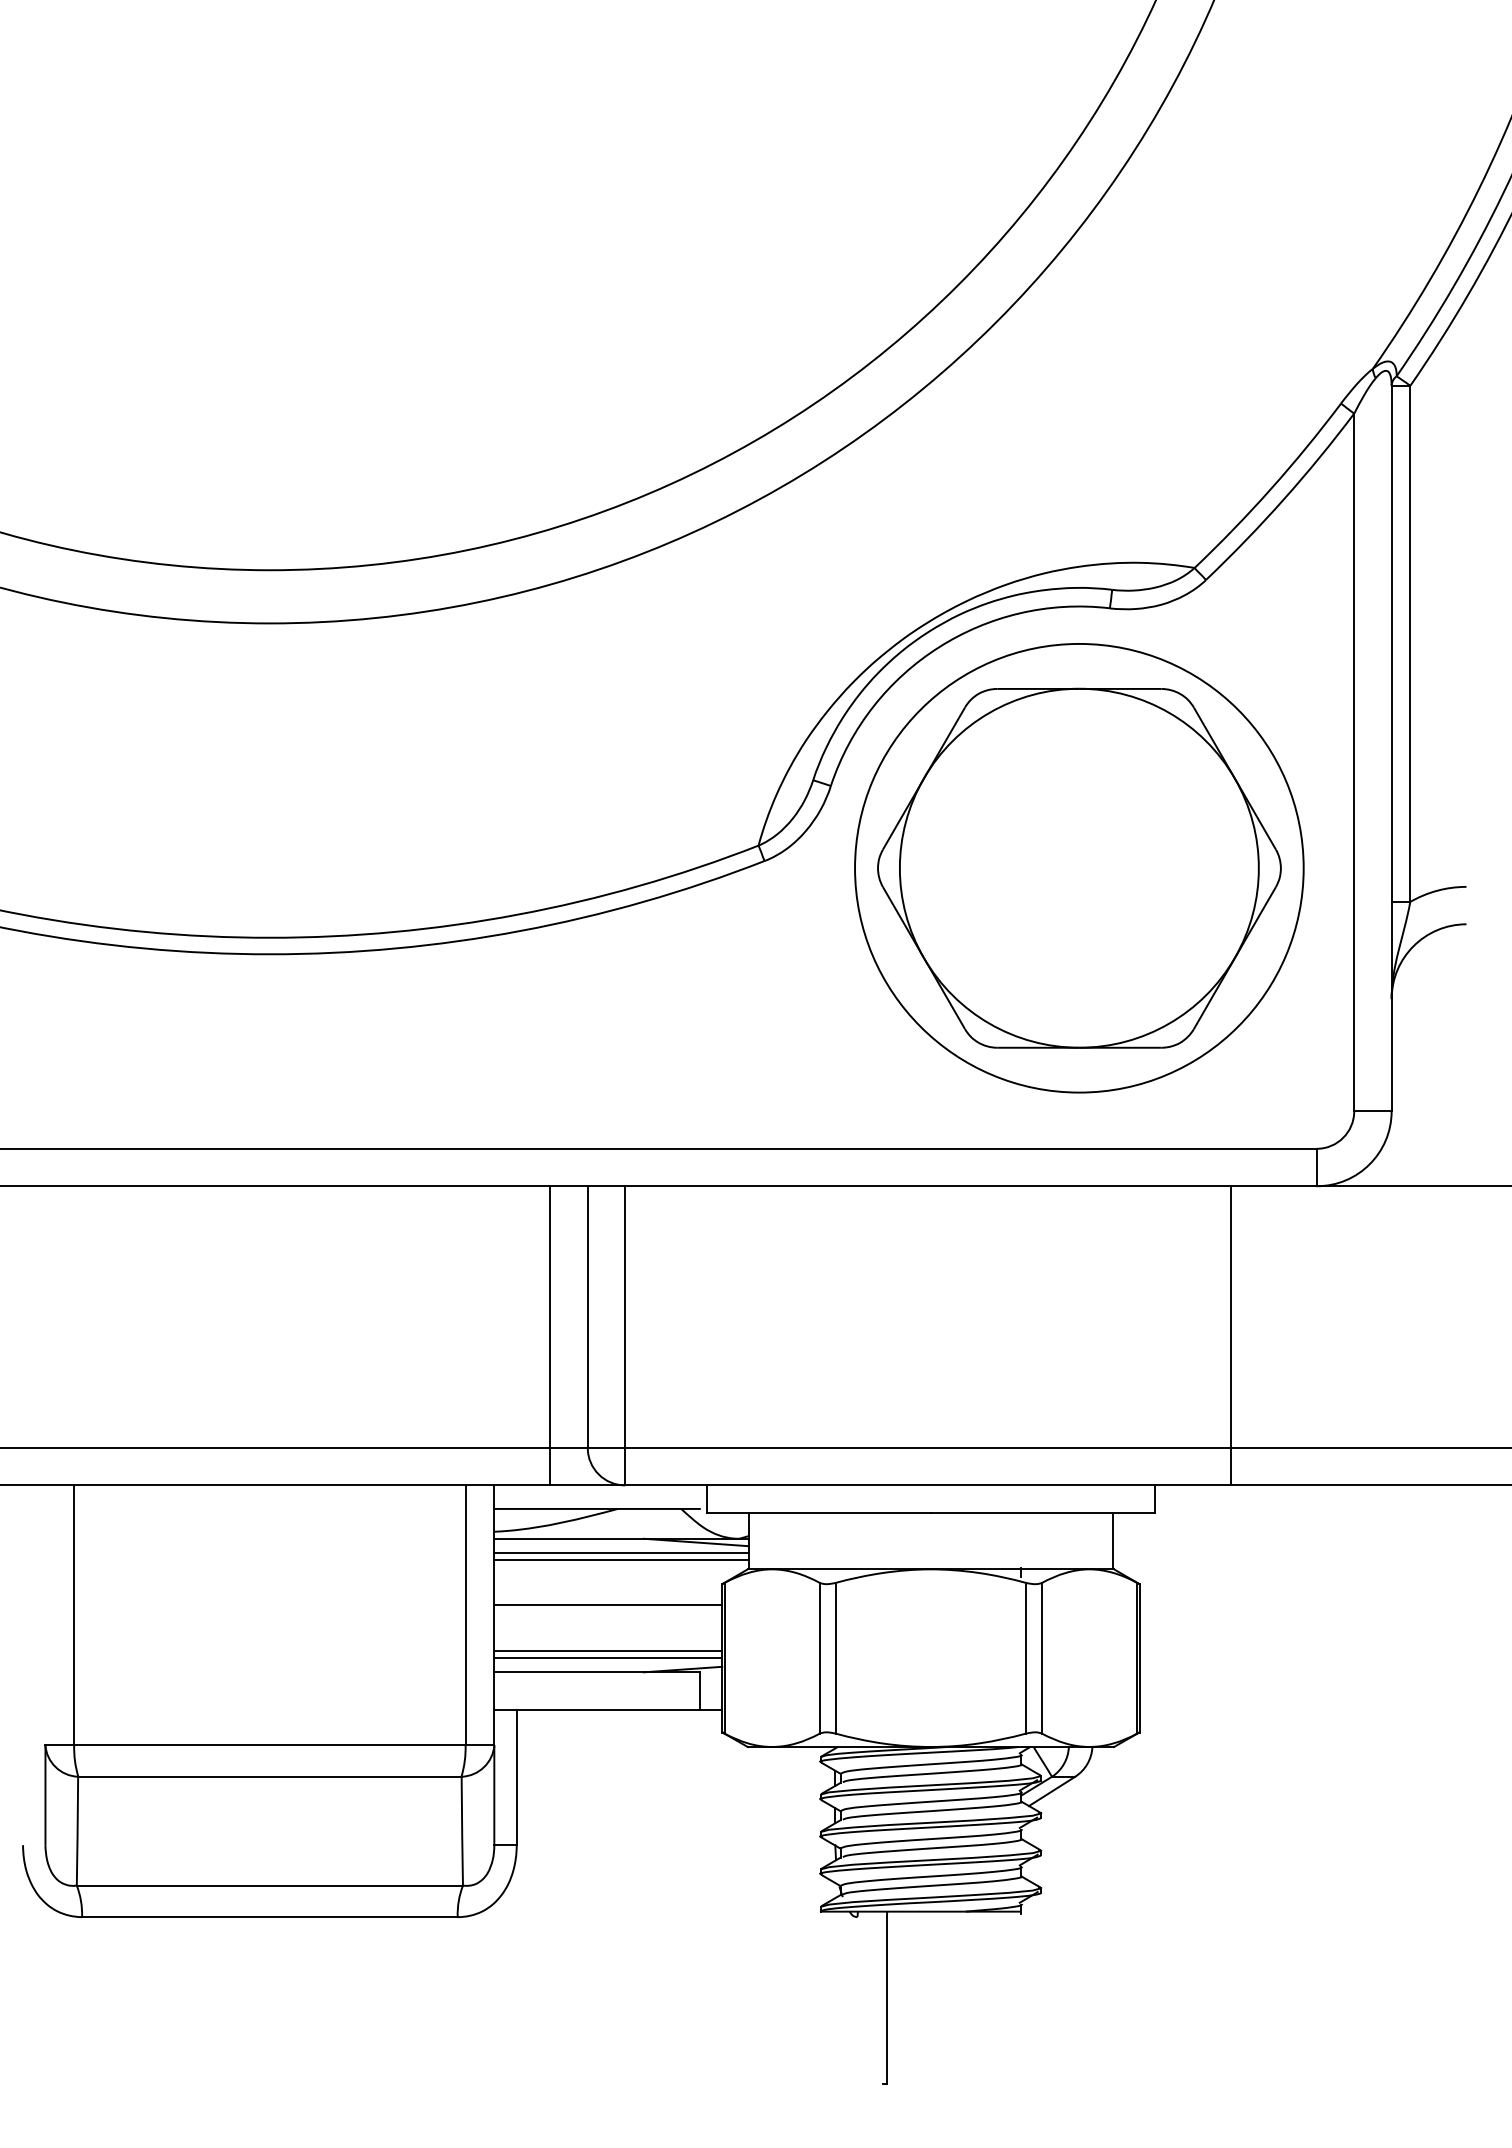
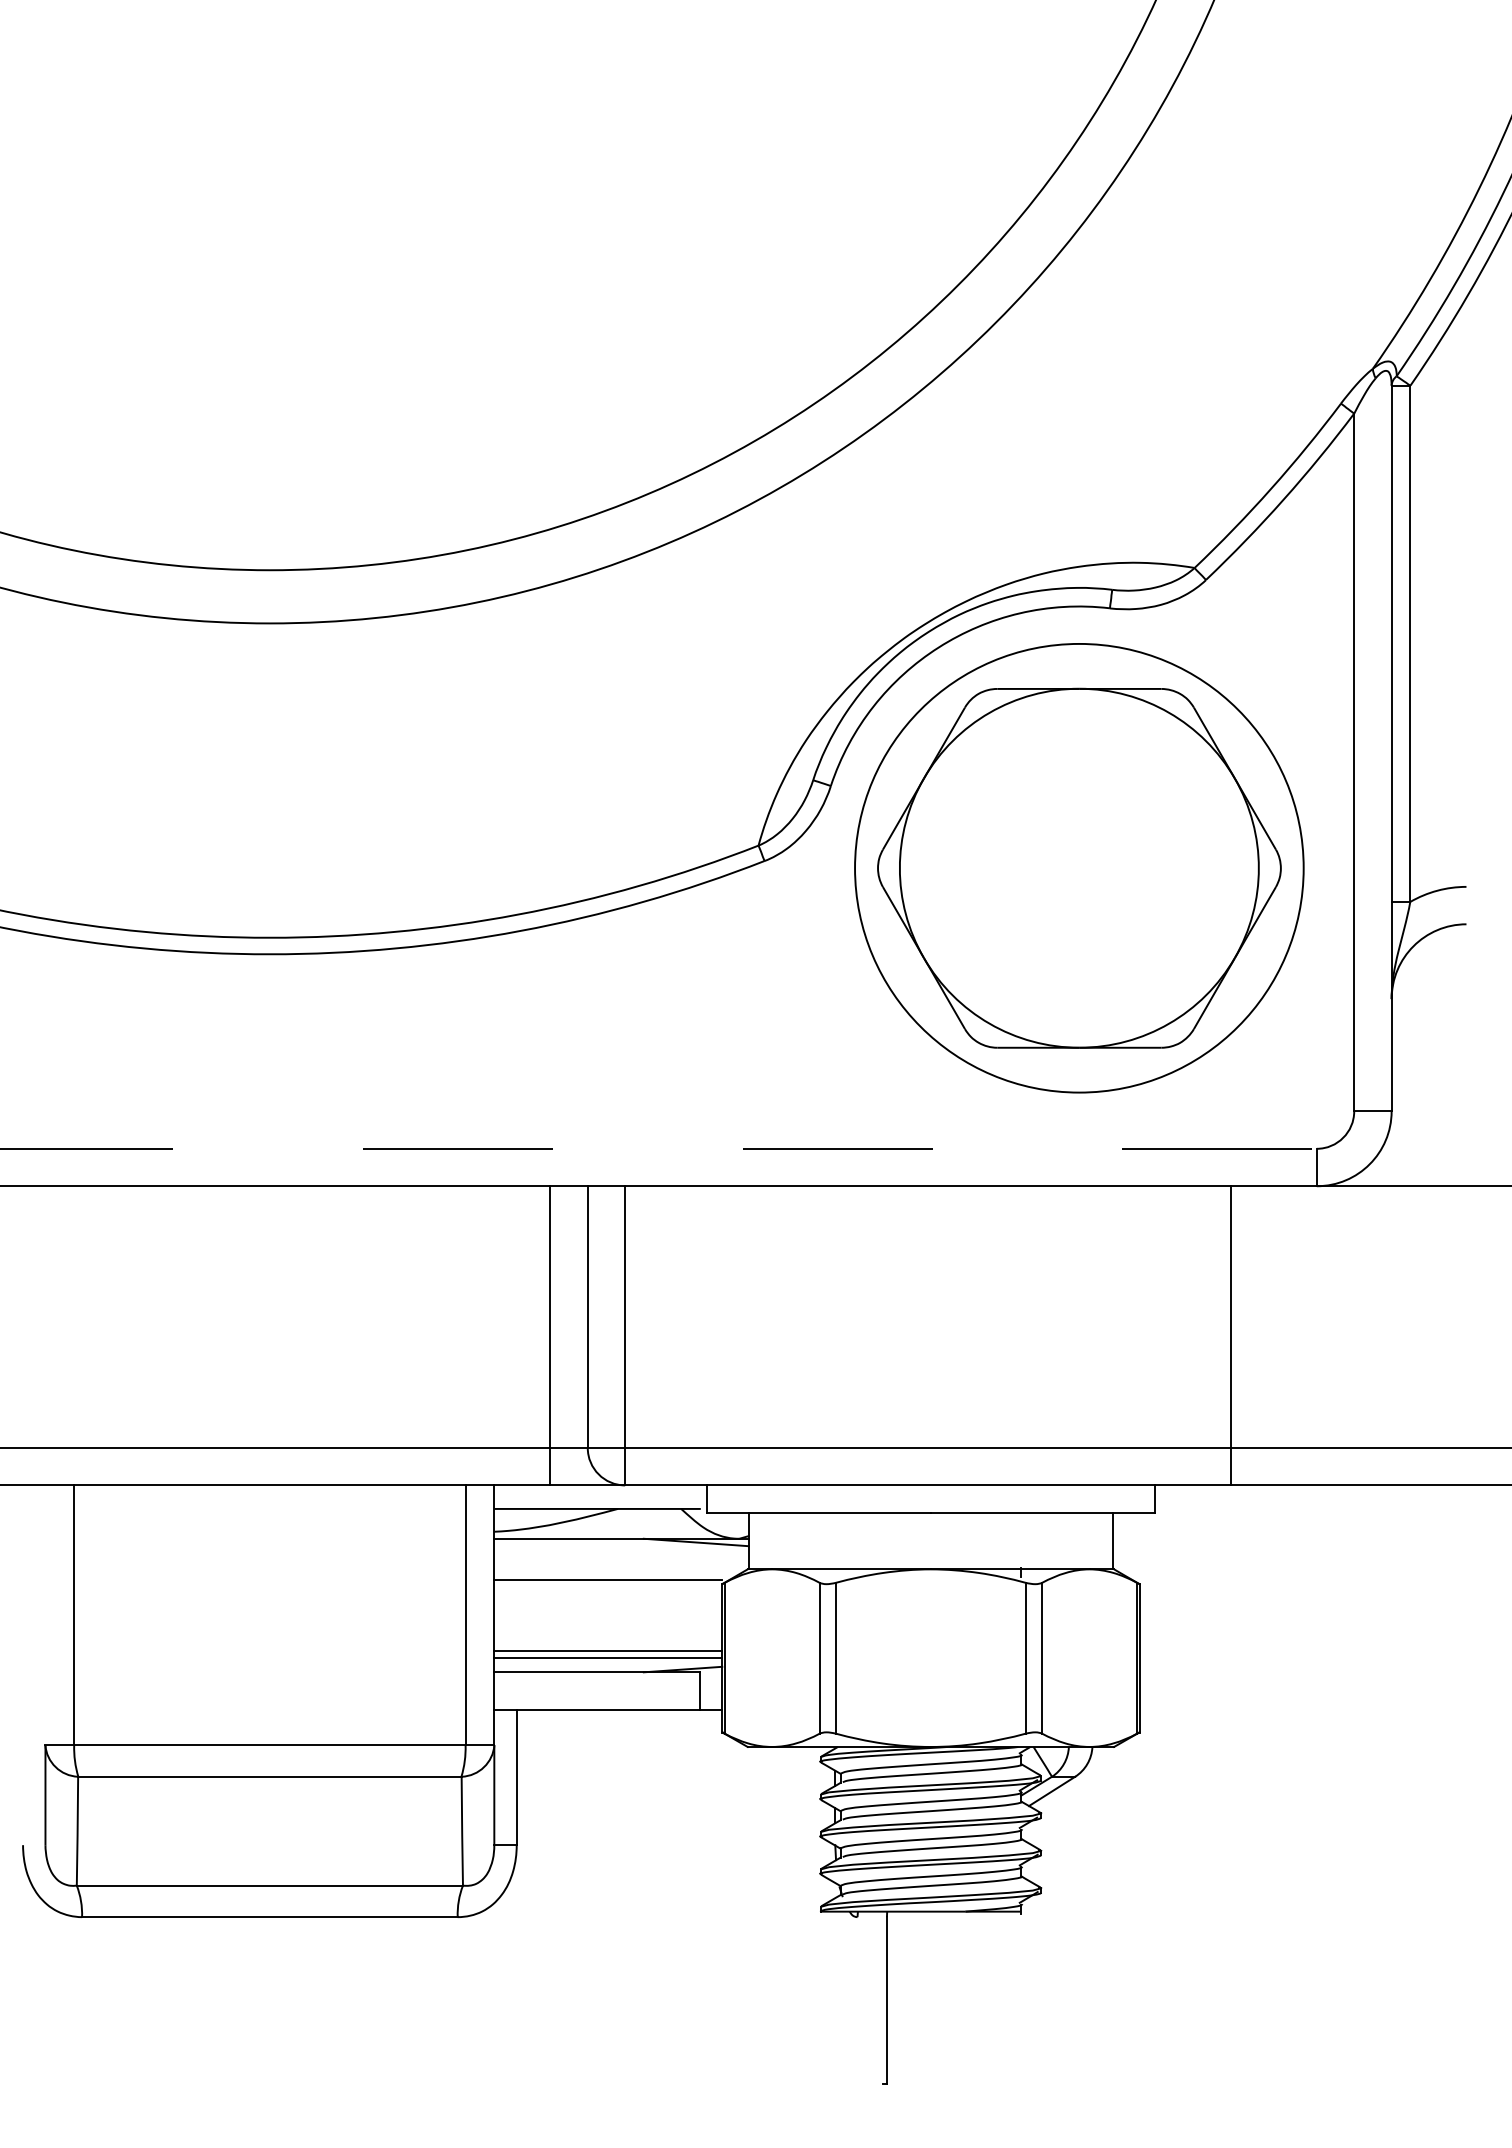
line at (658, 1148): solid -> dashed
line at (621, 1552): present -> none
line at (621, 1560): present -> none
line at (608, 1605) position: (608, 1605) -> (608, 1580)
